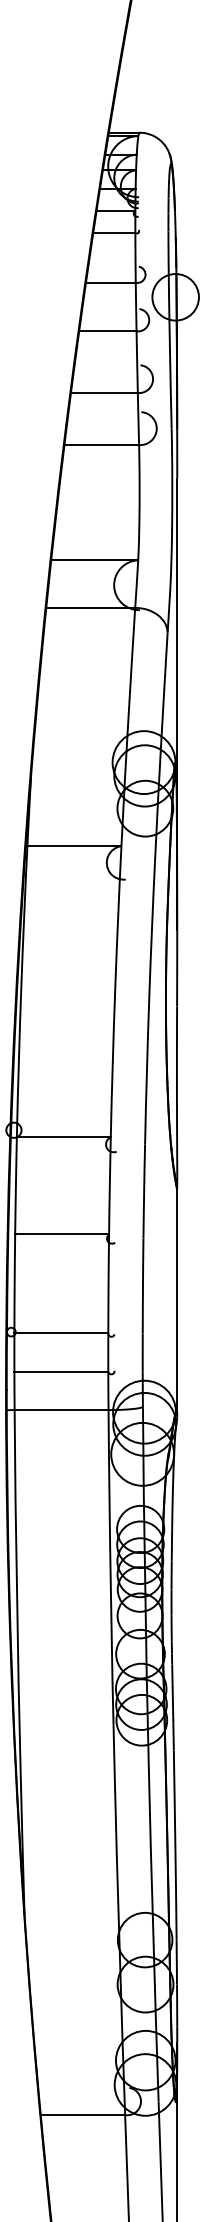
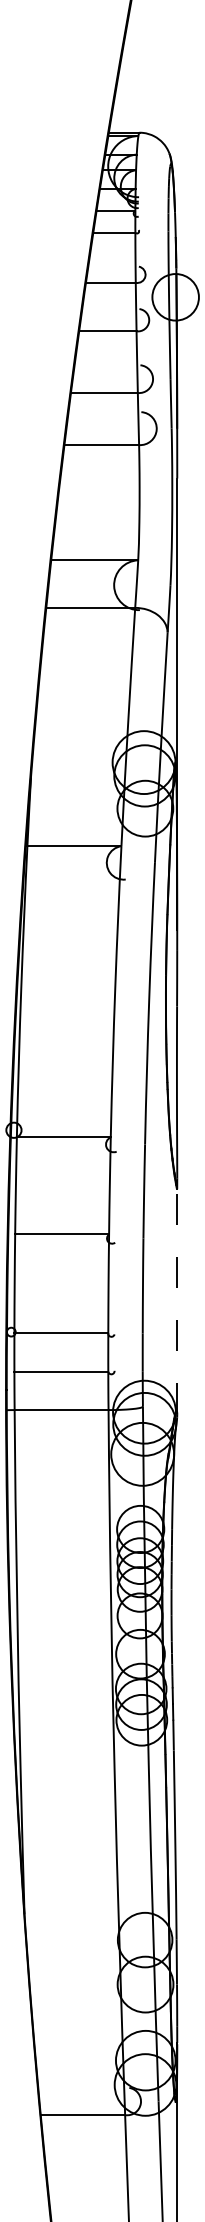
line at (177, 1296): solid -> dashed
